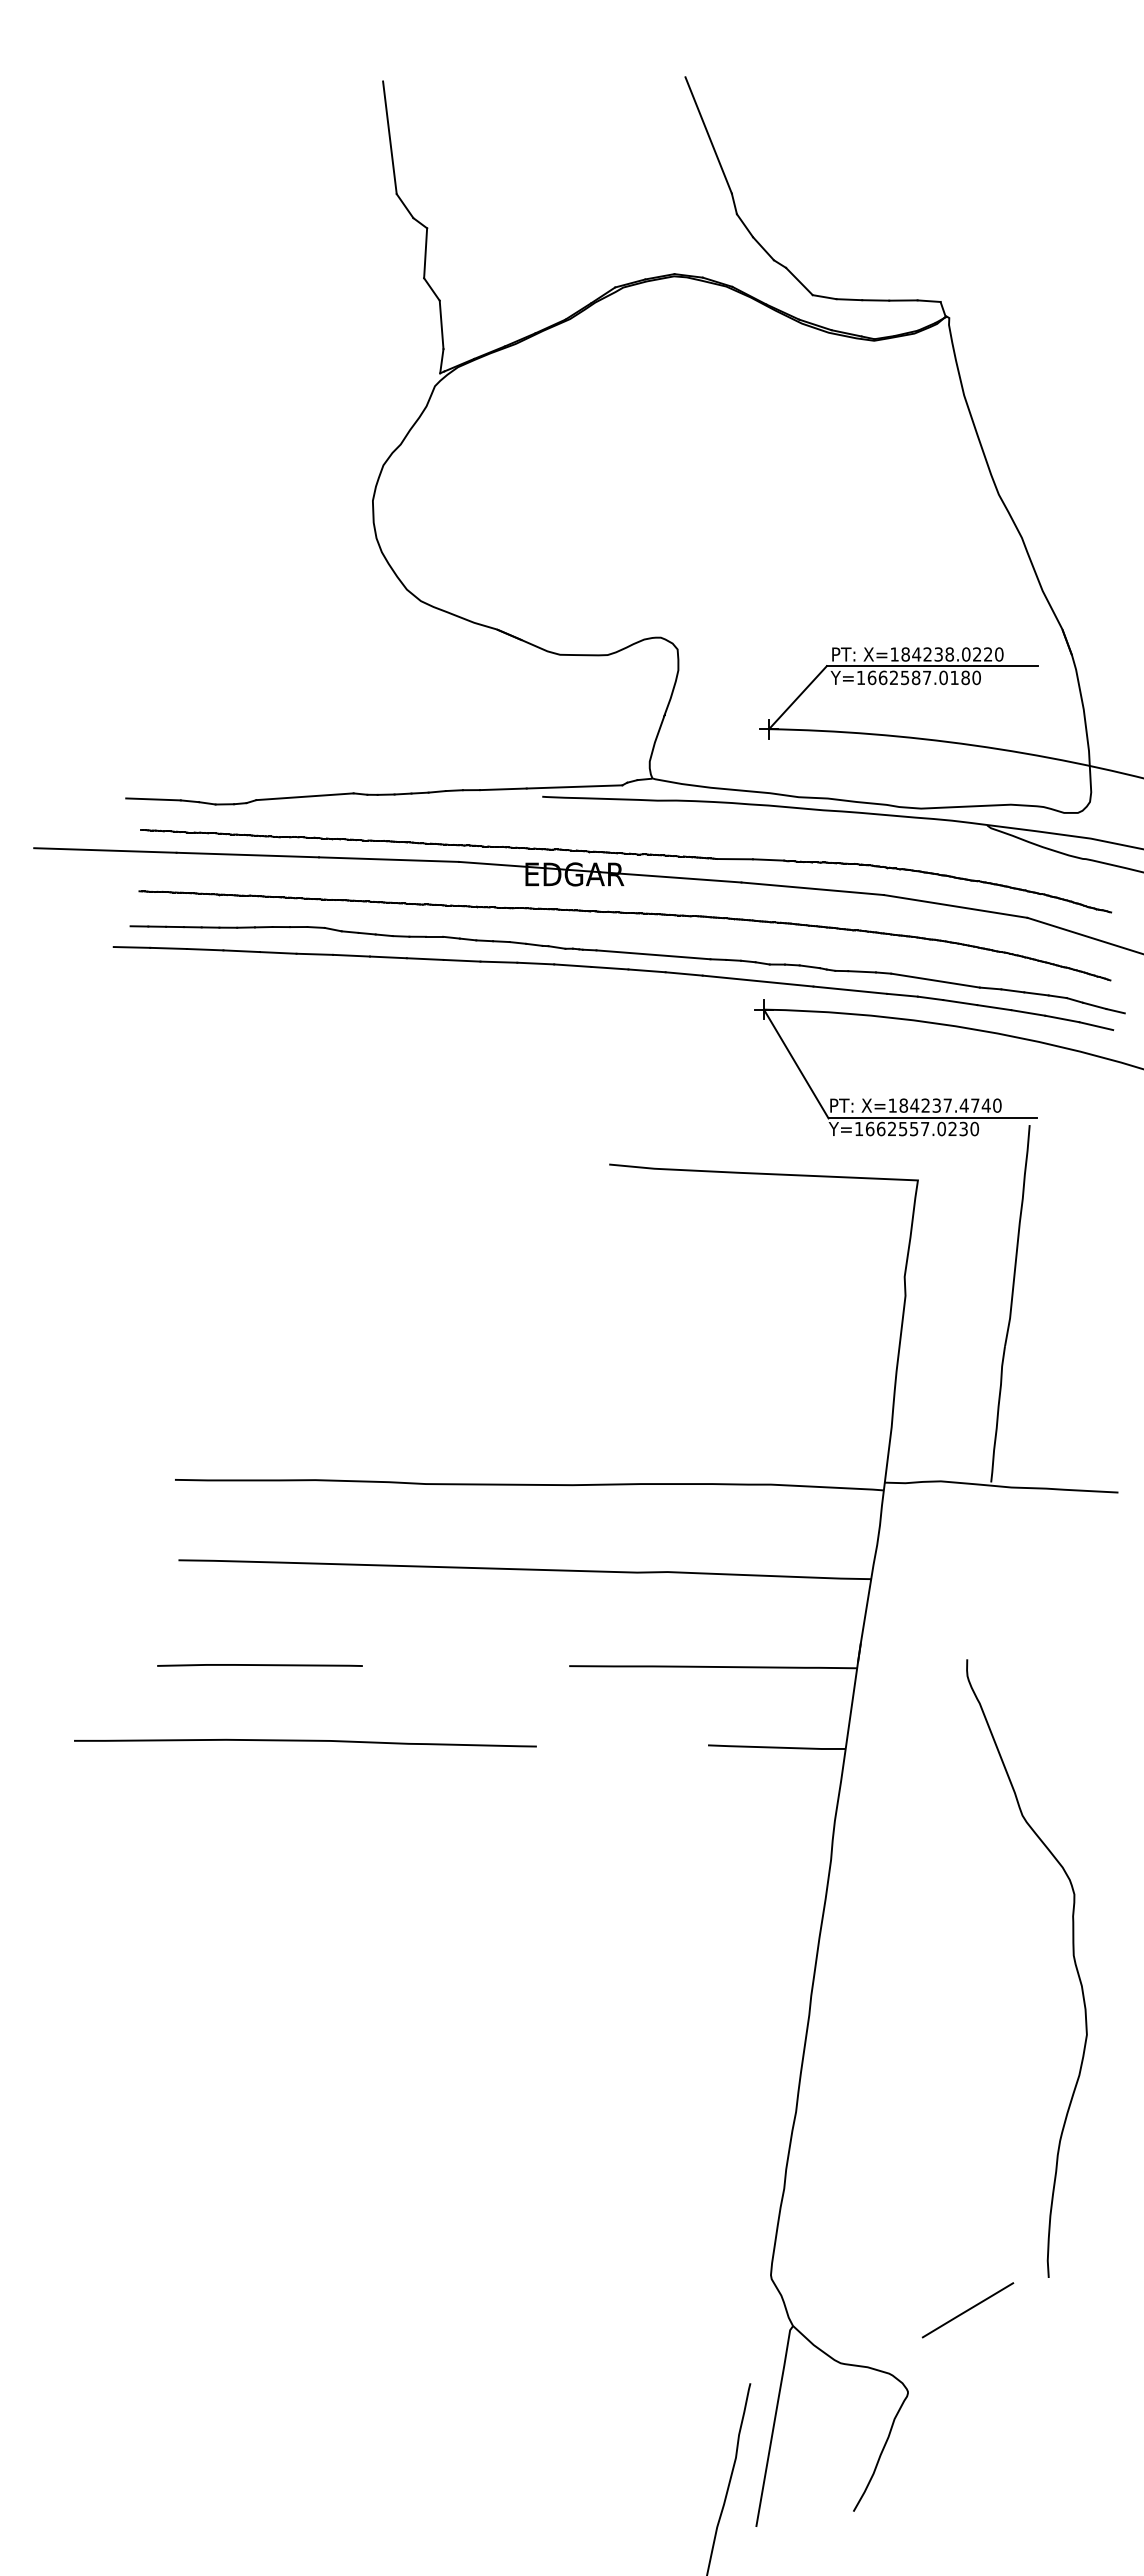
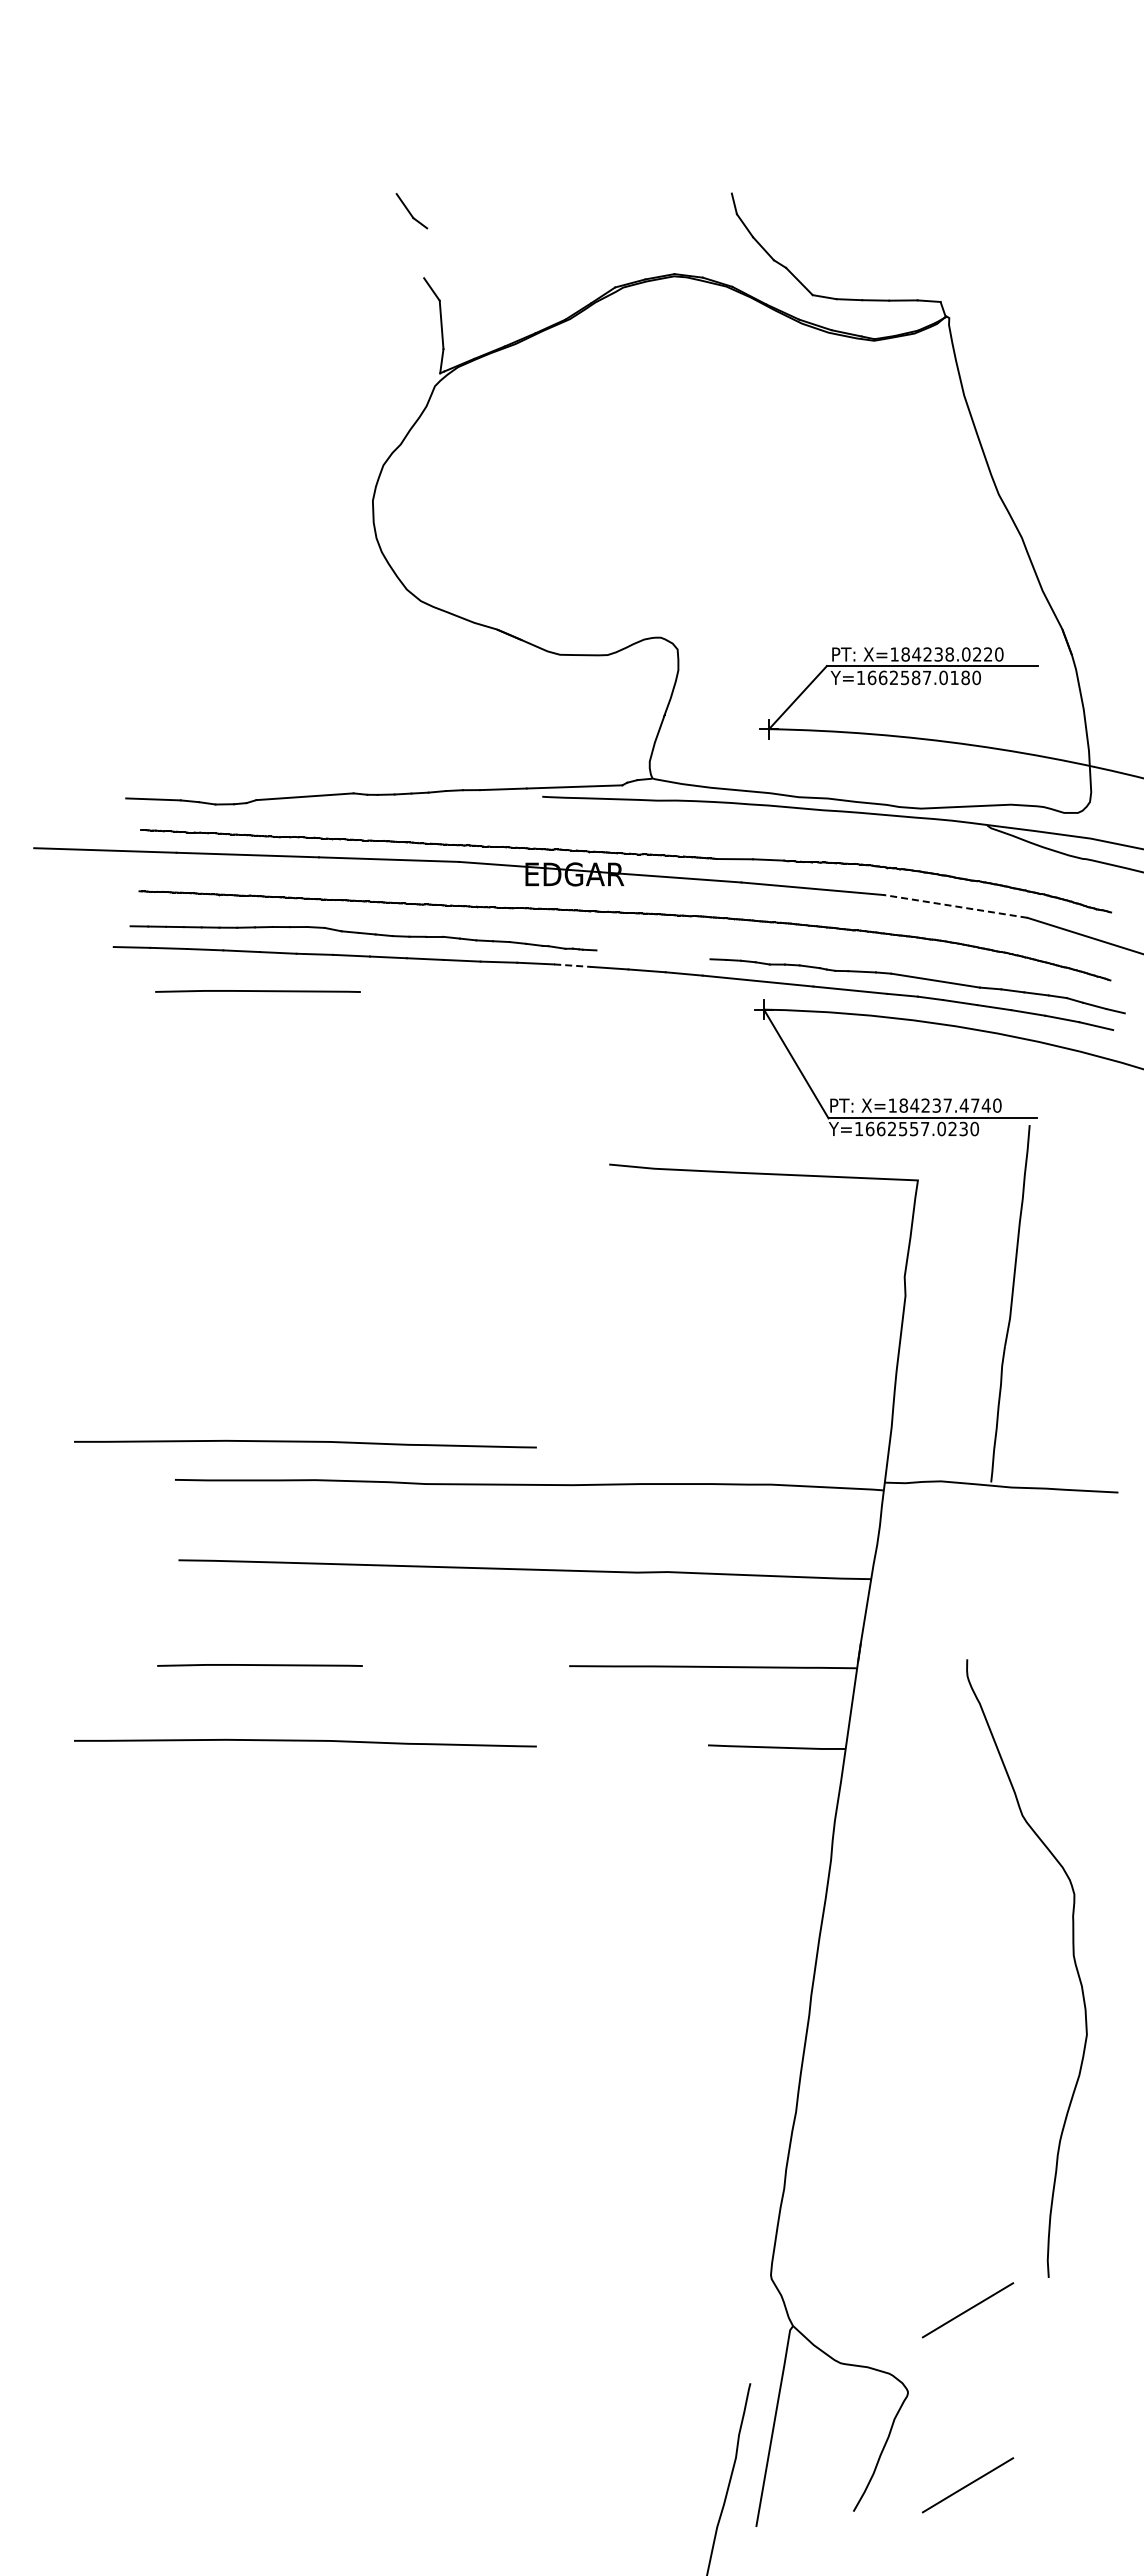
line at (708, 135): present -> none
line at (389, 137): present -> none
line at (425, 253): present -> none
line at (955, 906): solid -> dashed
line at (653, 954): present -> none
line at (572, 965): solid -> dashed
line at (257, 991): none -> present
curve at (305, 1442): none -> present
line at (967, 2485): none -> present
